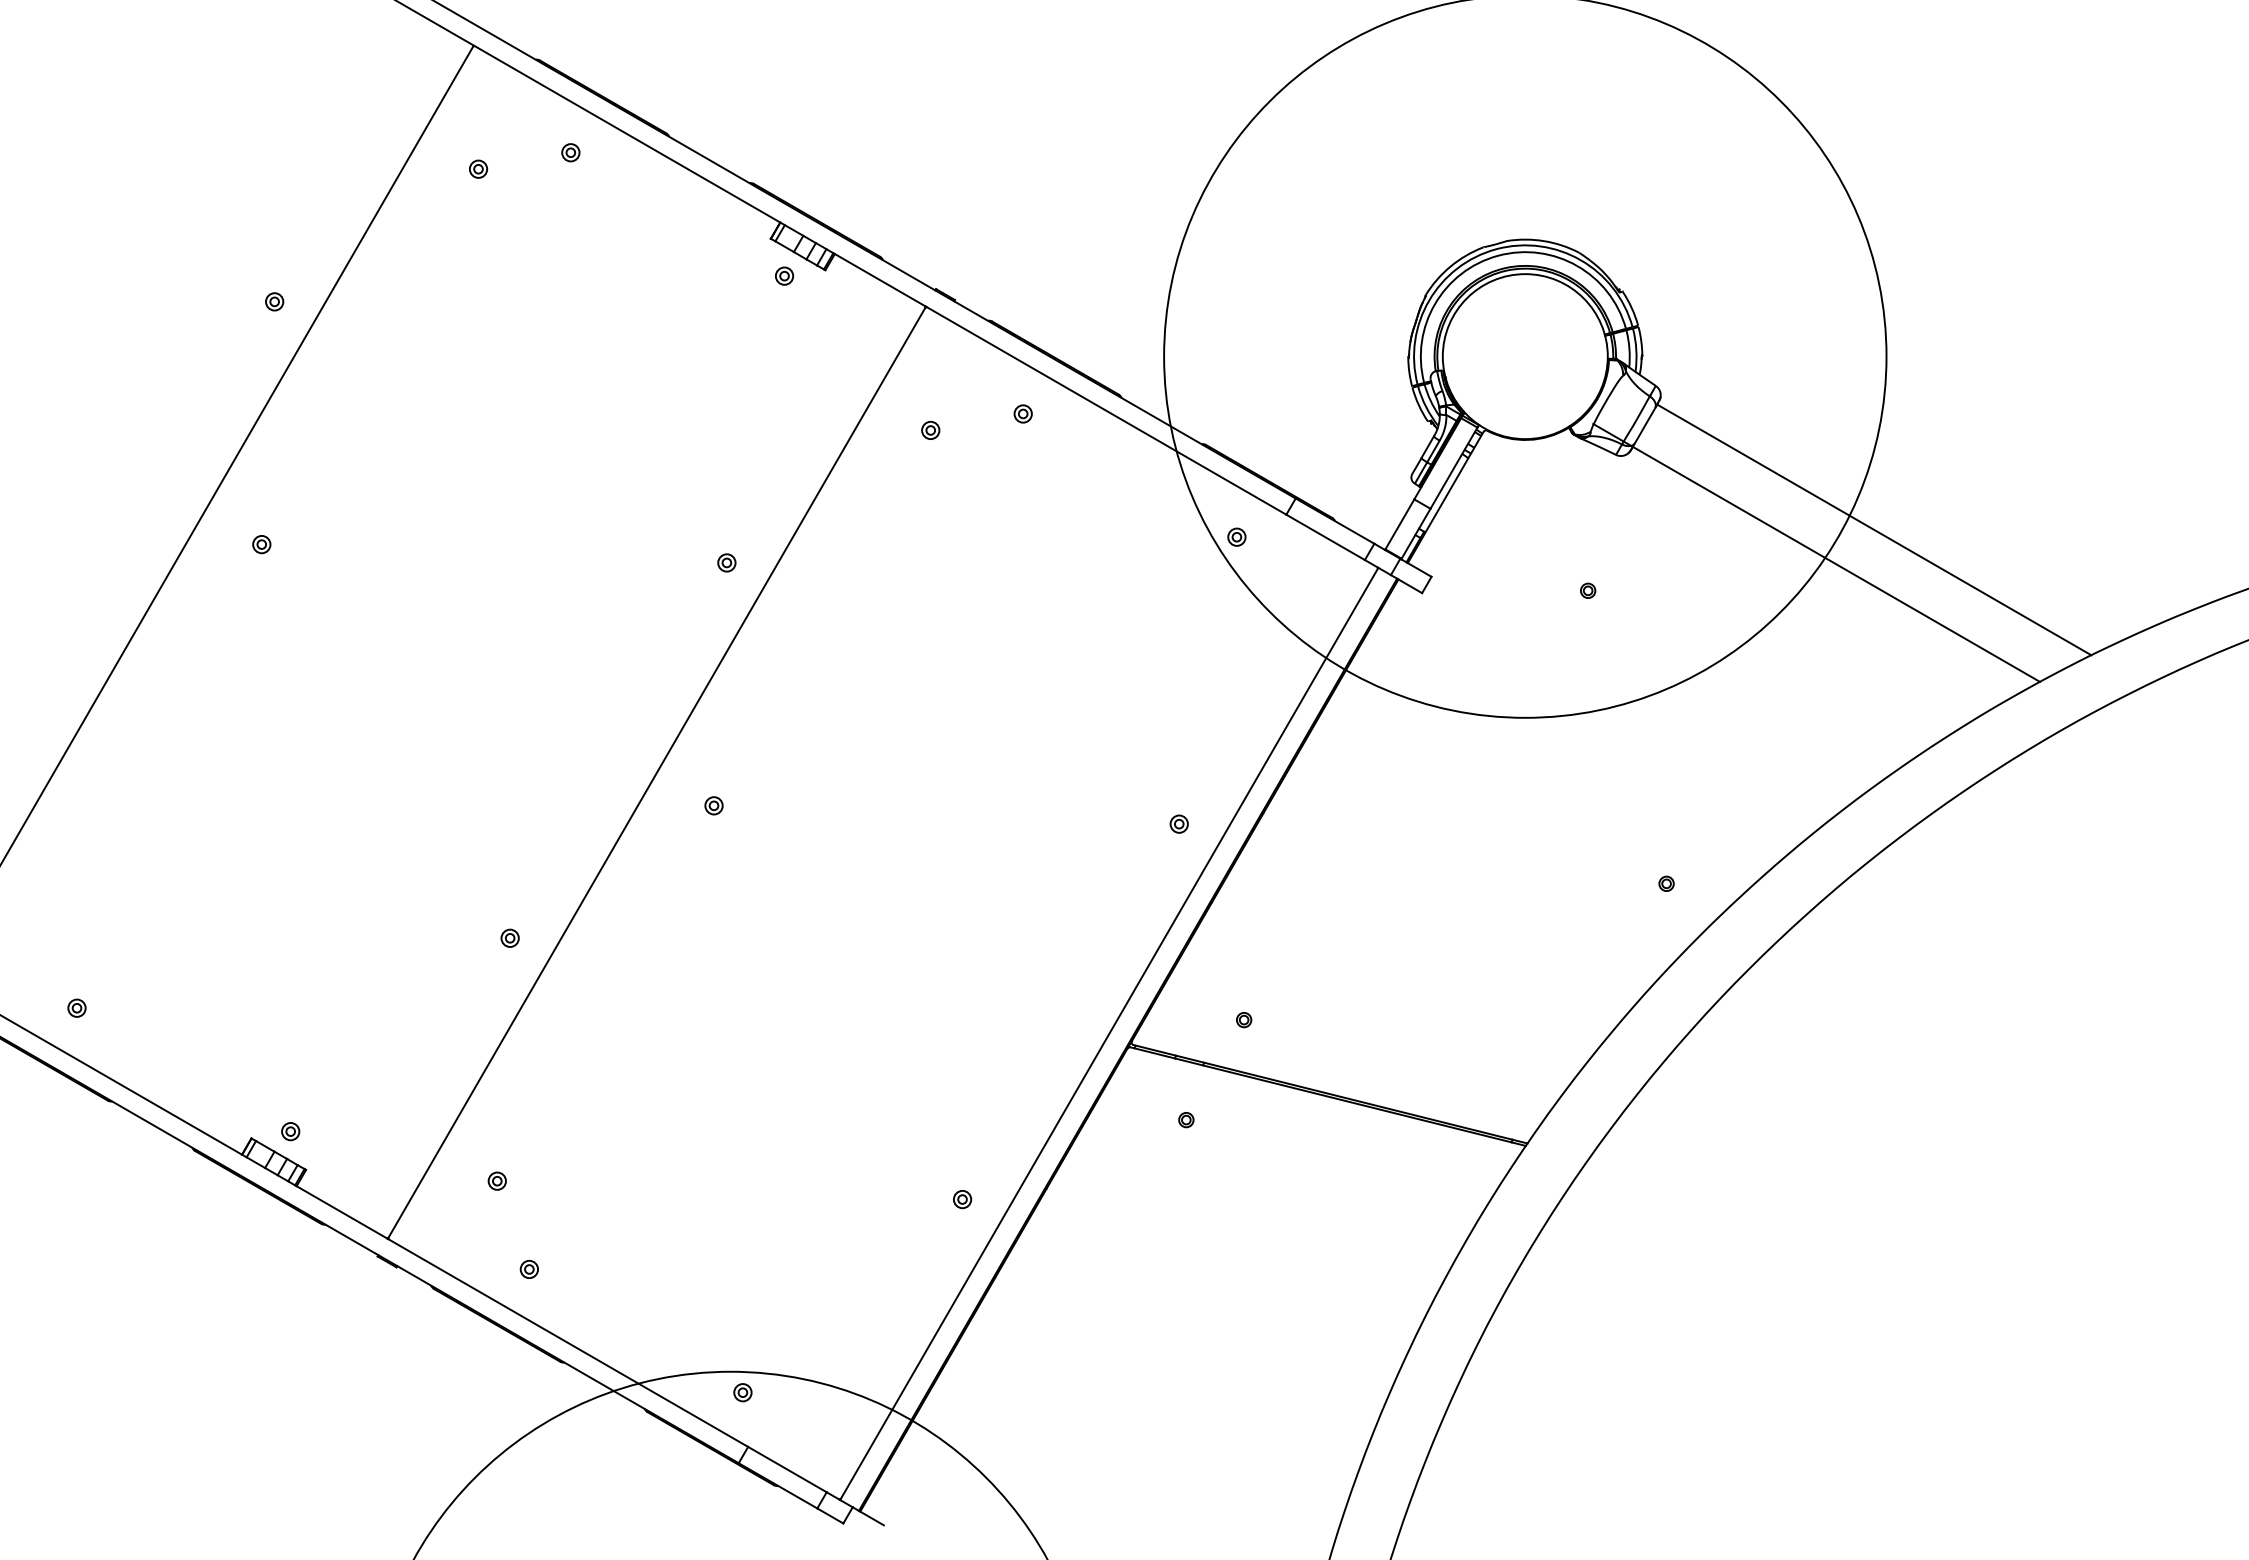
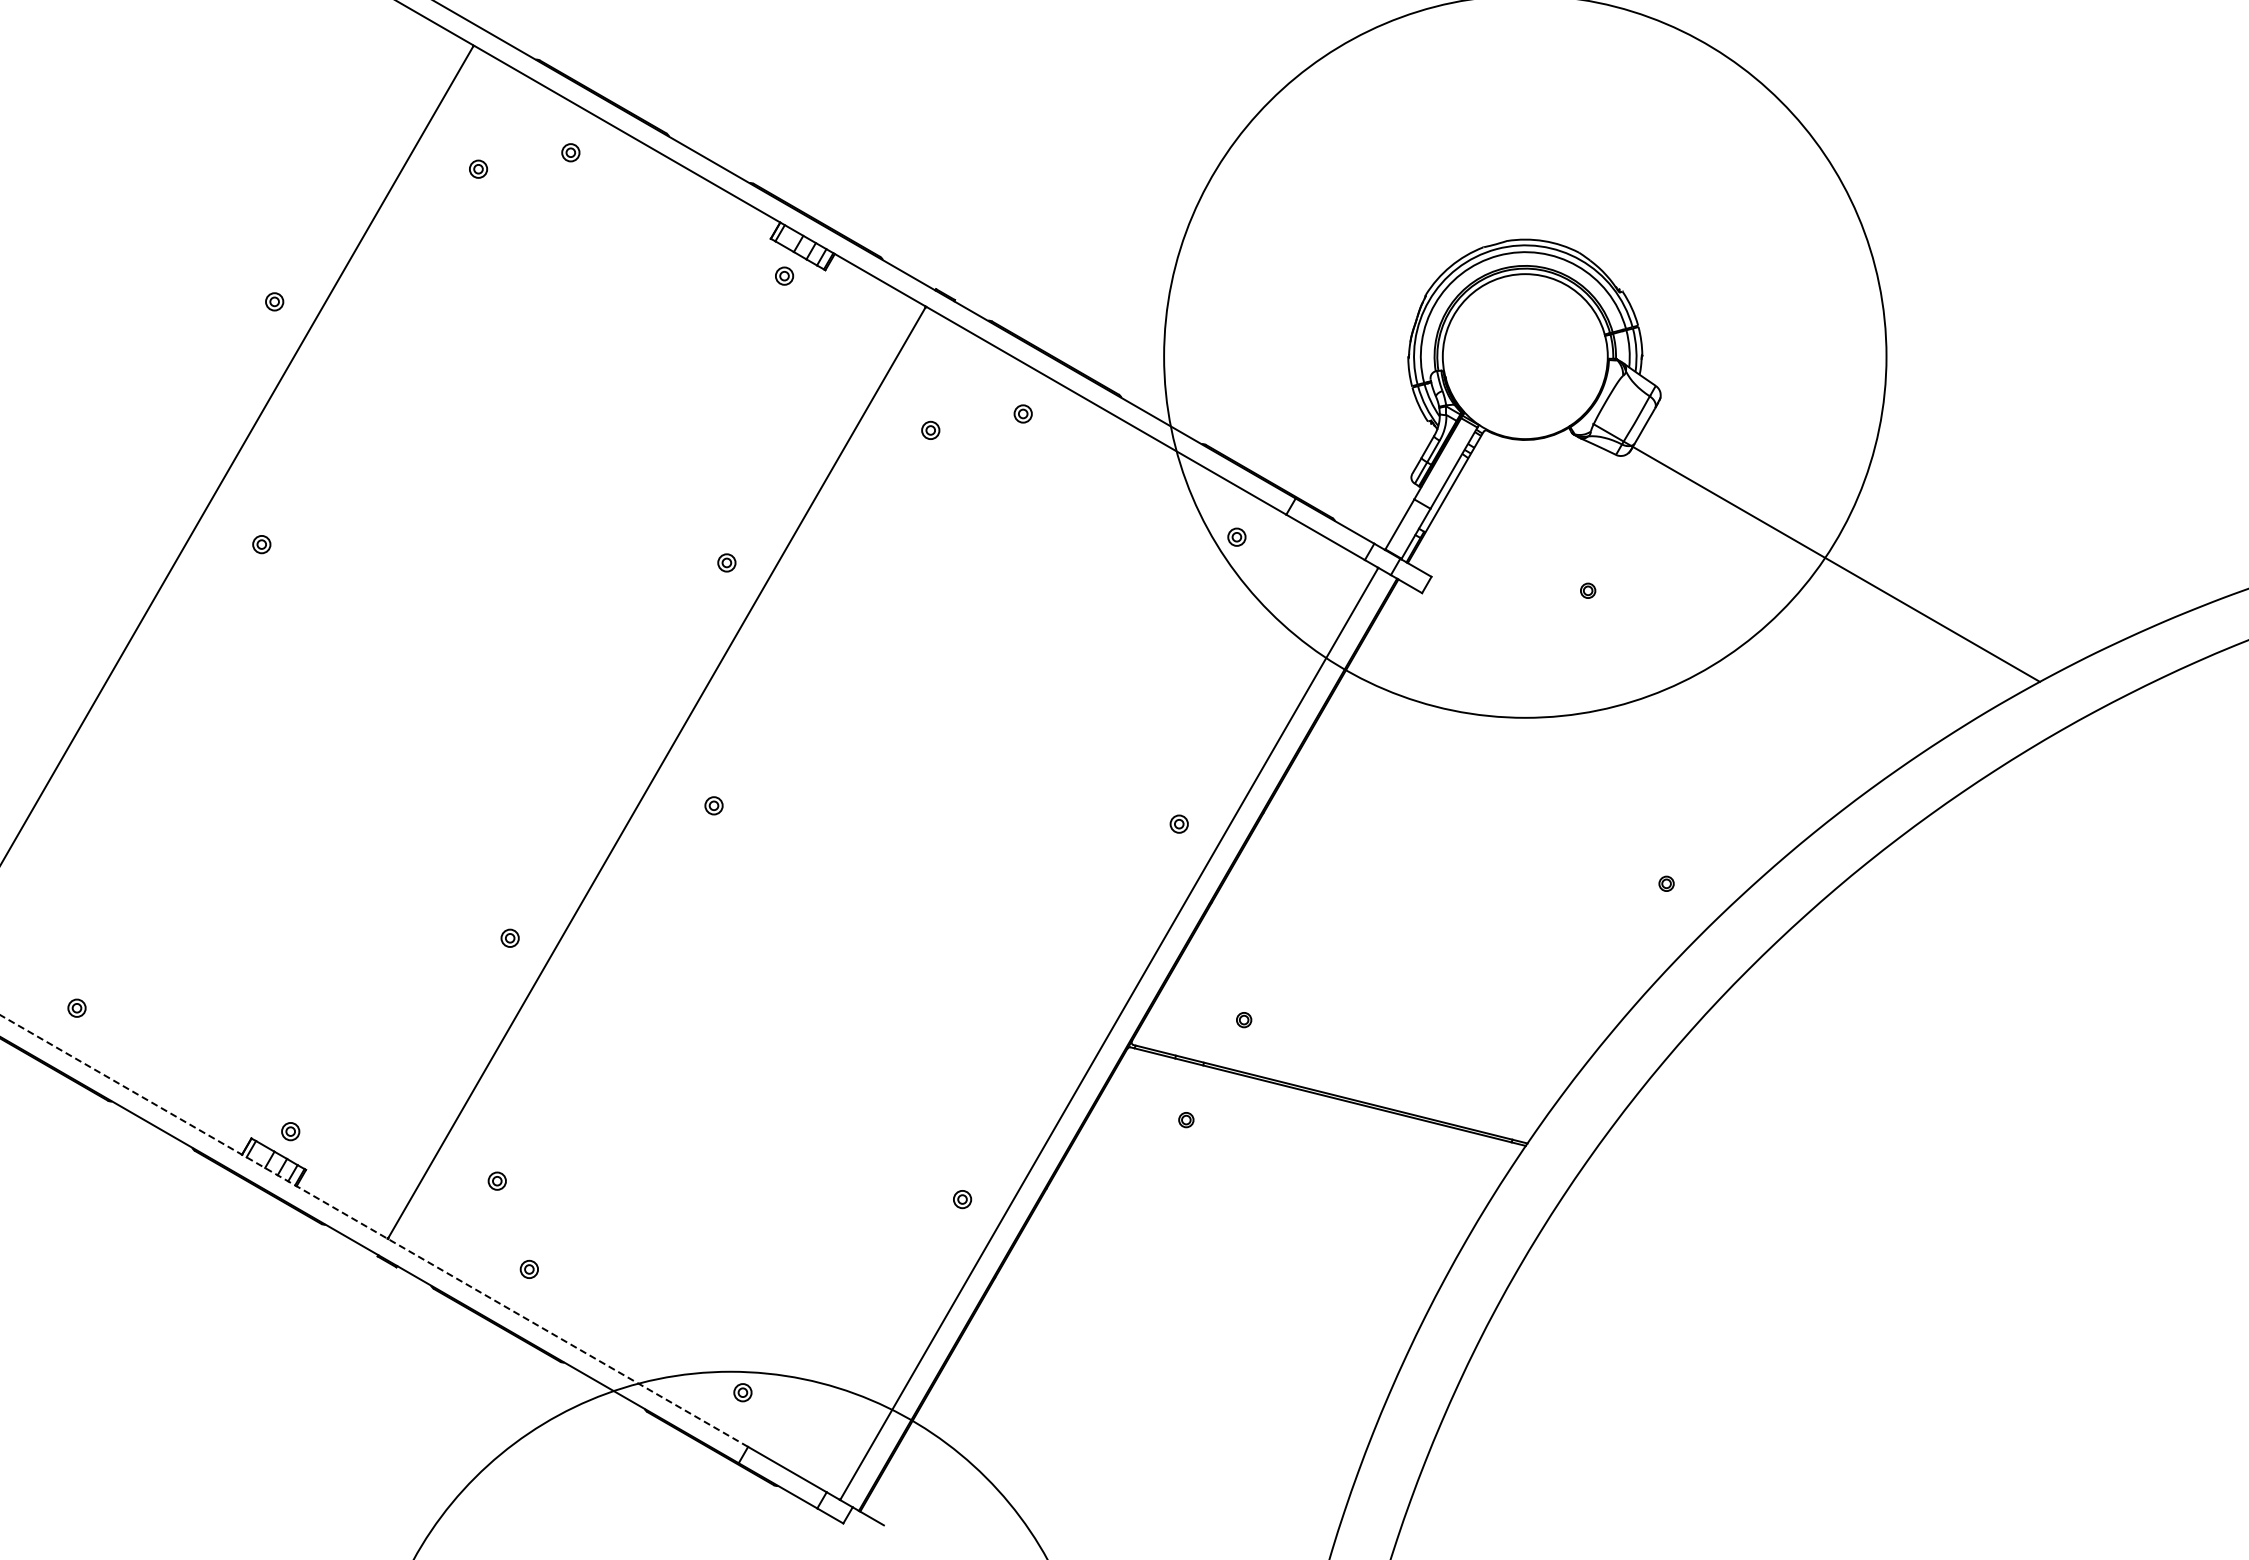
line at (1874, 529): present -> none
line at (374, 1230): solid -> dashed
